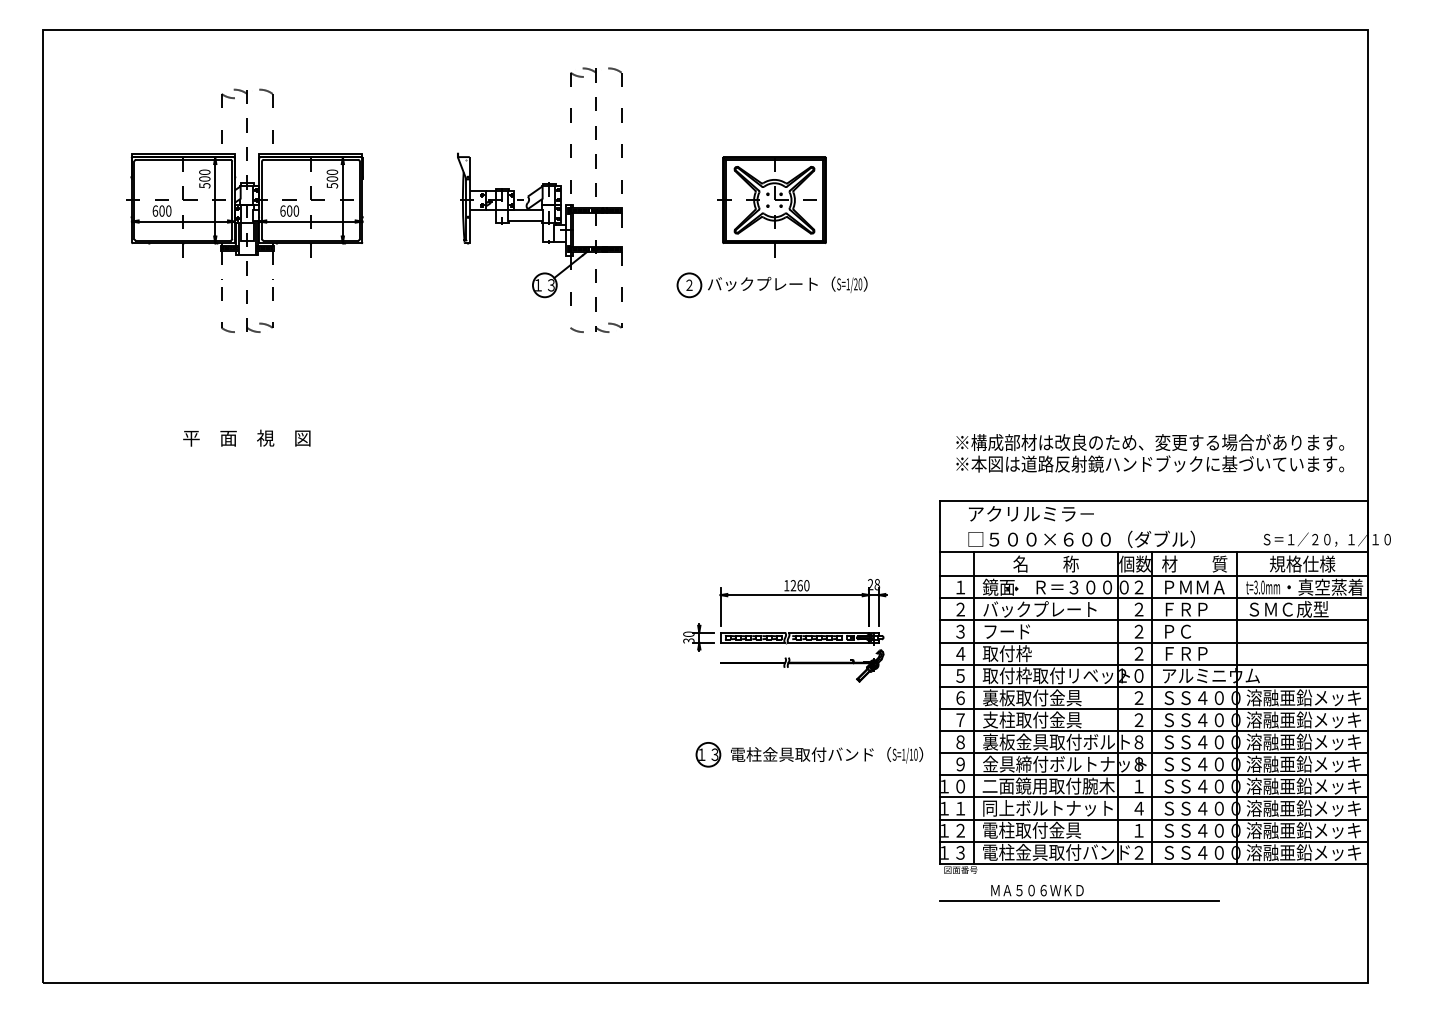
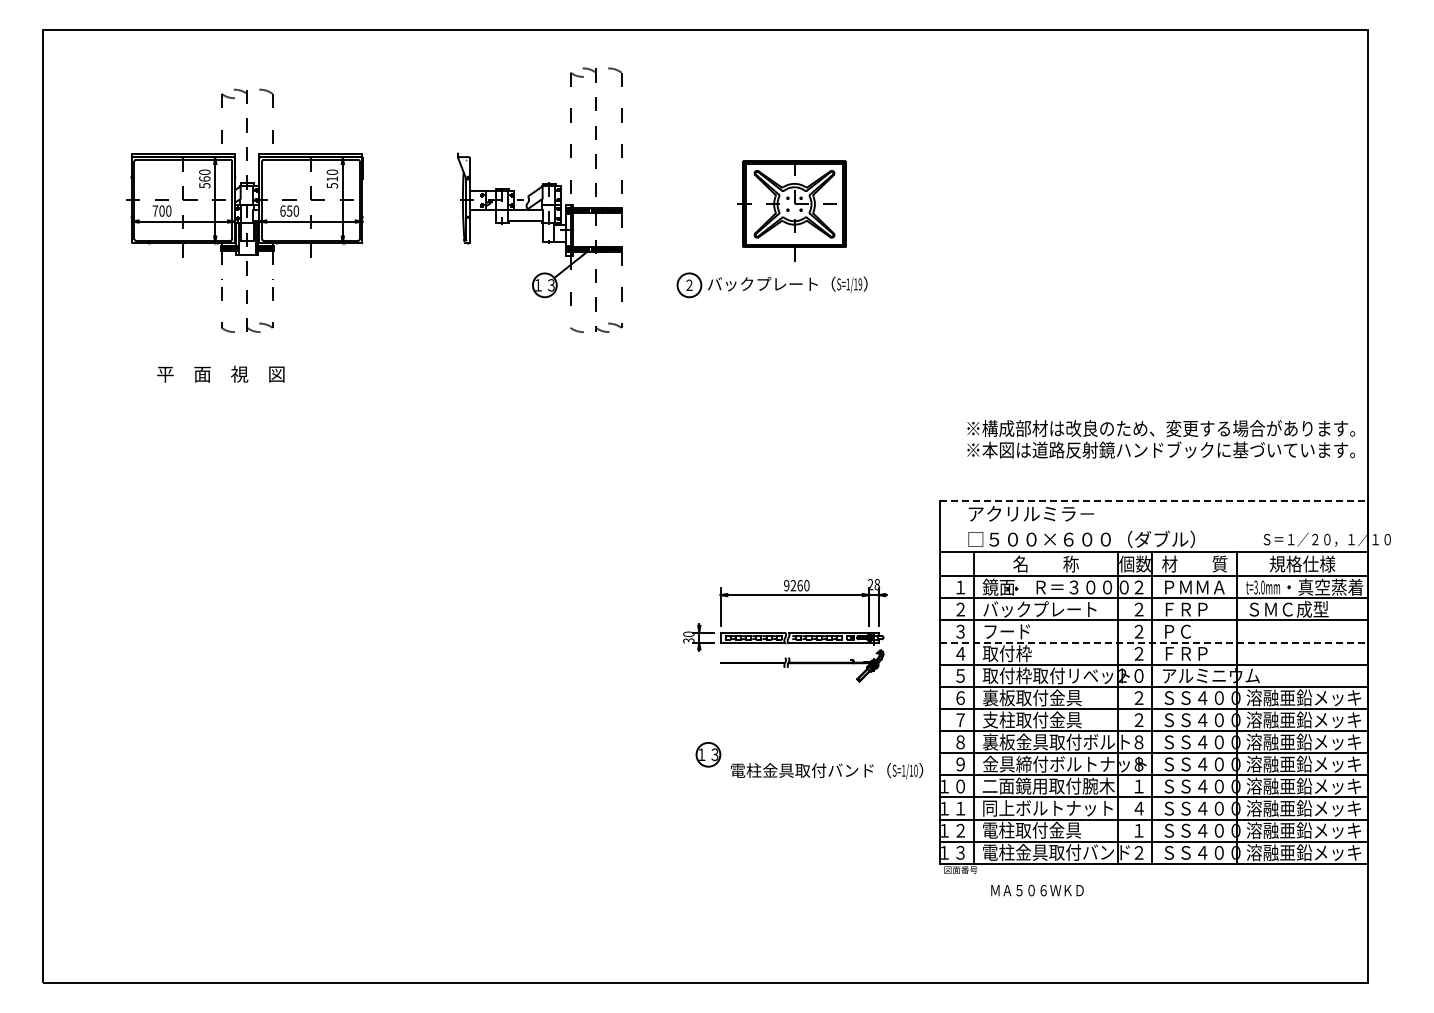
text at (204, 178): 500 -> 560
text at (332, 178): 500 -> 510
part at (771, 206) position: (771, 206) -> (791, 210)
text at (155, 210): 600 -> 700
text at (289, 210): 600 -> 650
text at (858, 284): S=1/20 -> S=1/19
text at (246, 437) position: (246, 437) -> (220, 373)
text at (1150, 453) position: (1150, 453) -> (1161, 439)
line at (1153, 501): solid -> dashed
text at (786, 585): 1260 -> 9260
line at (1153, 642): solid -> dashed
text at (827, 755) position: (827, 755) -> (827, 771)
line at (1078, 901): present -> none
